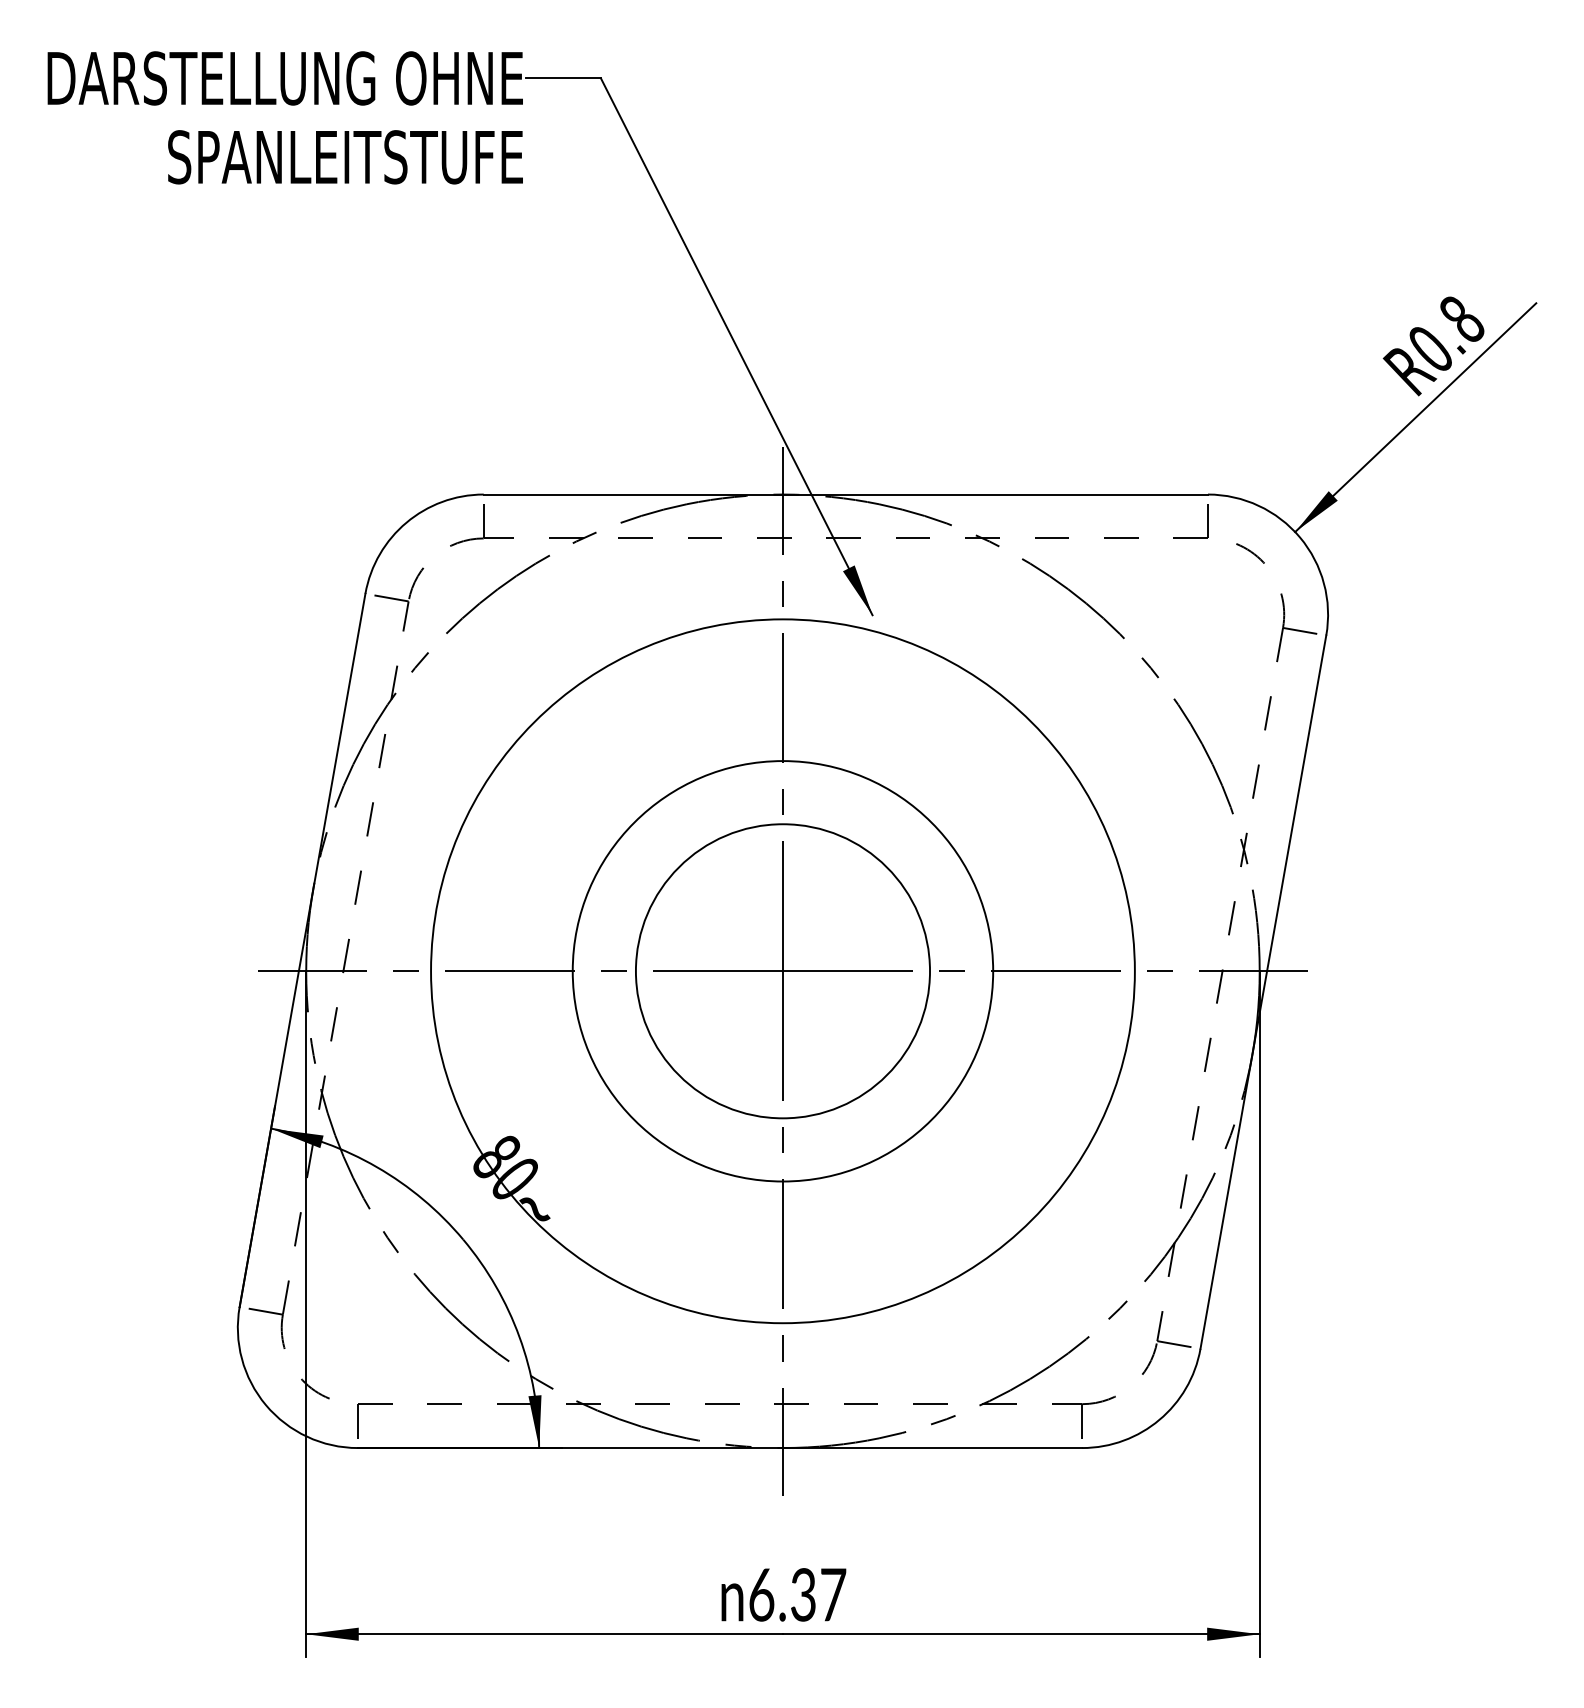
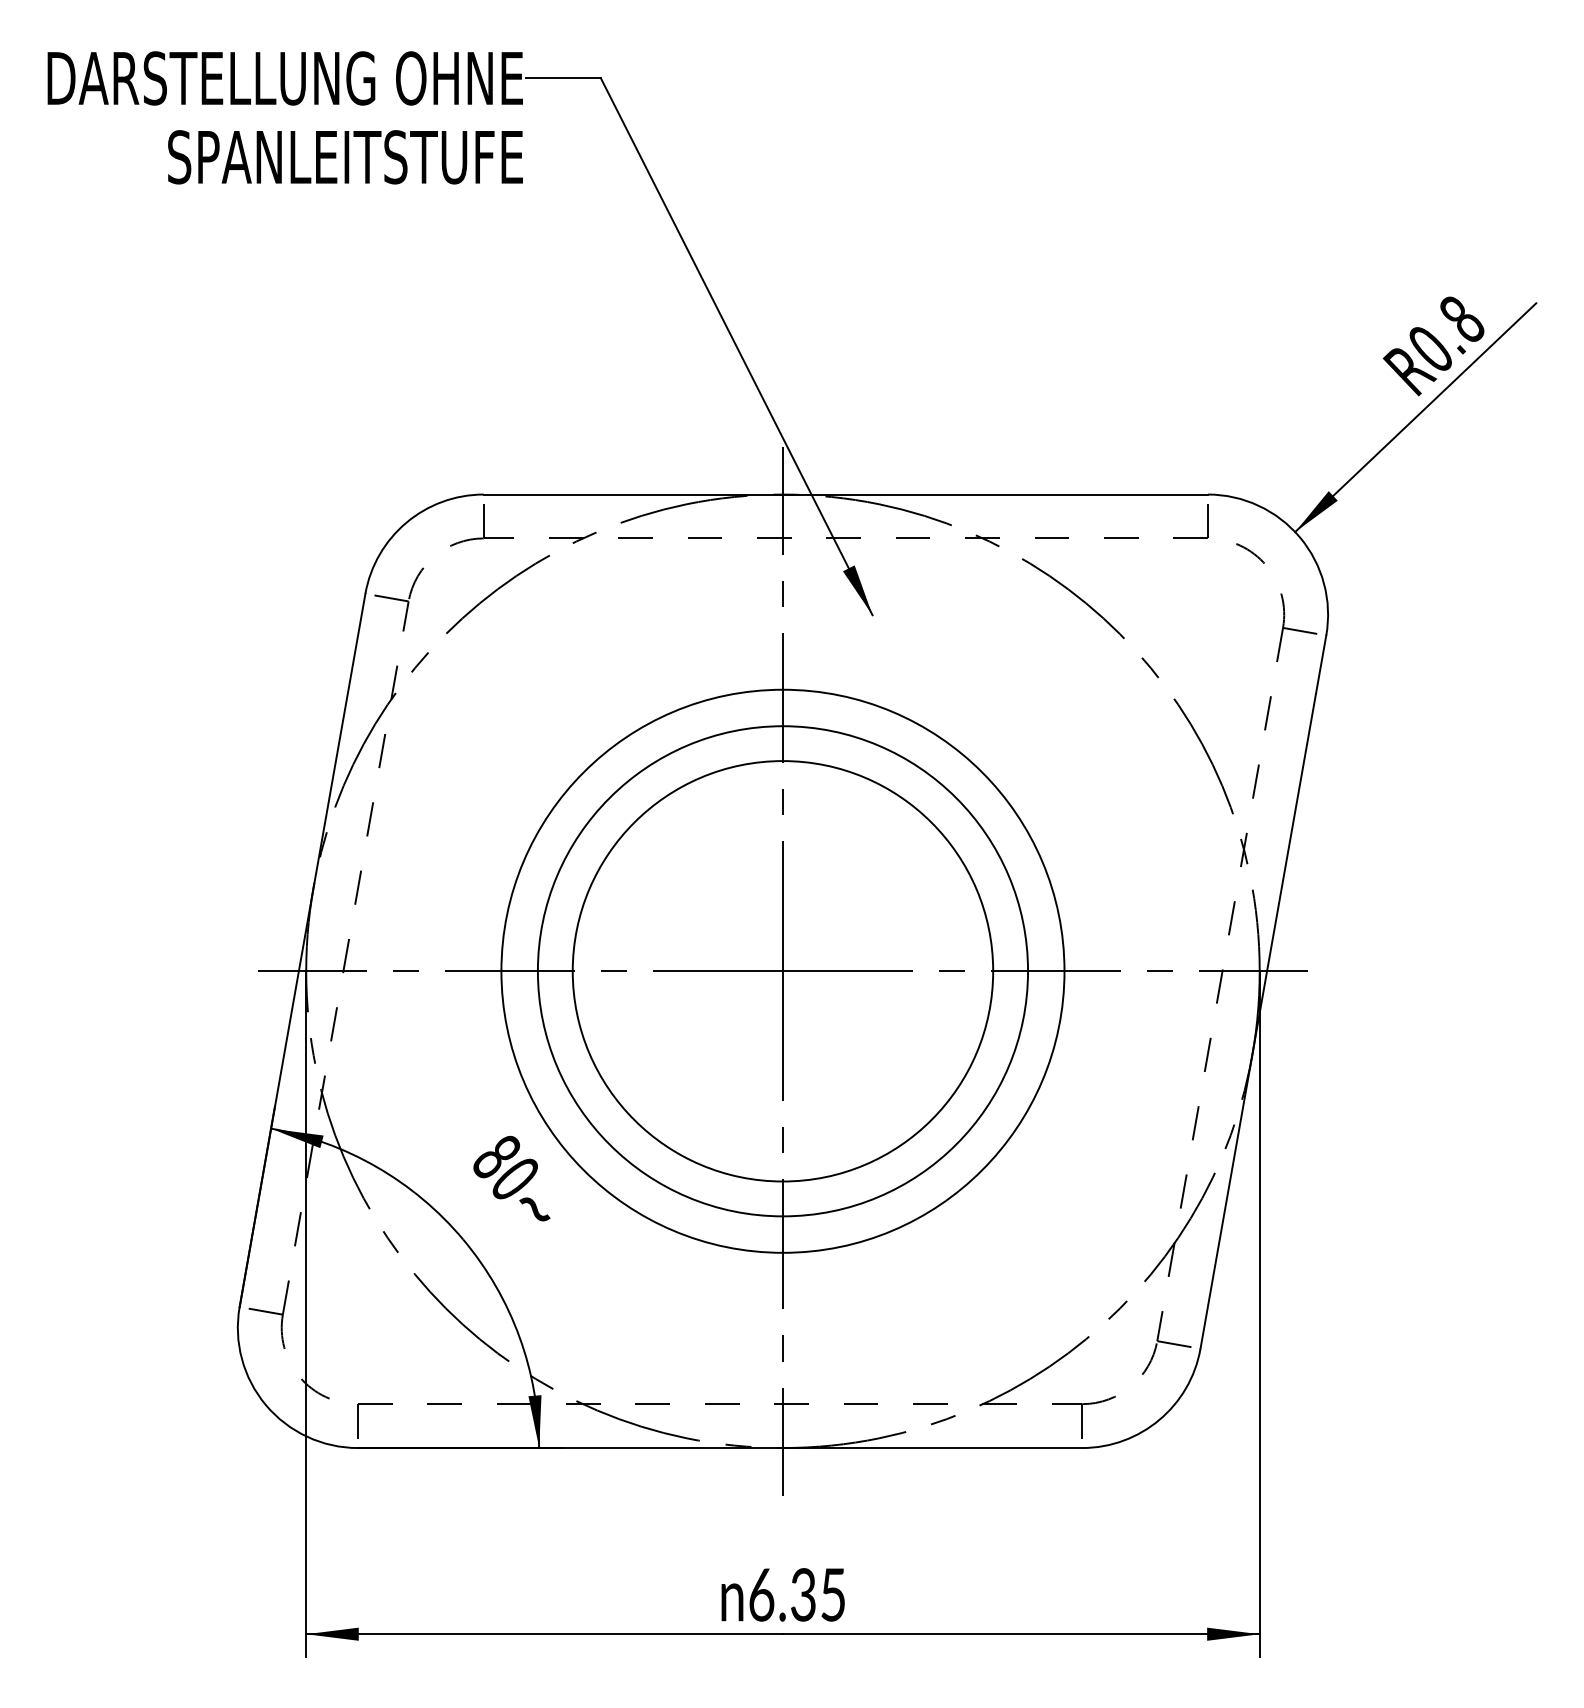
circle at (782, 971) diameter: 294 px -> 490 px
circle at (782, 971) diameter: 704 px -> 563 px
text at (833, 1594): 6.37 -> 6.35
